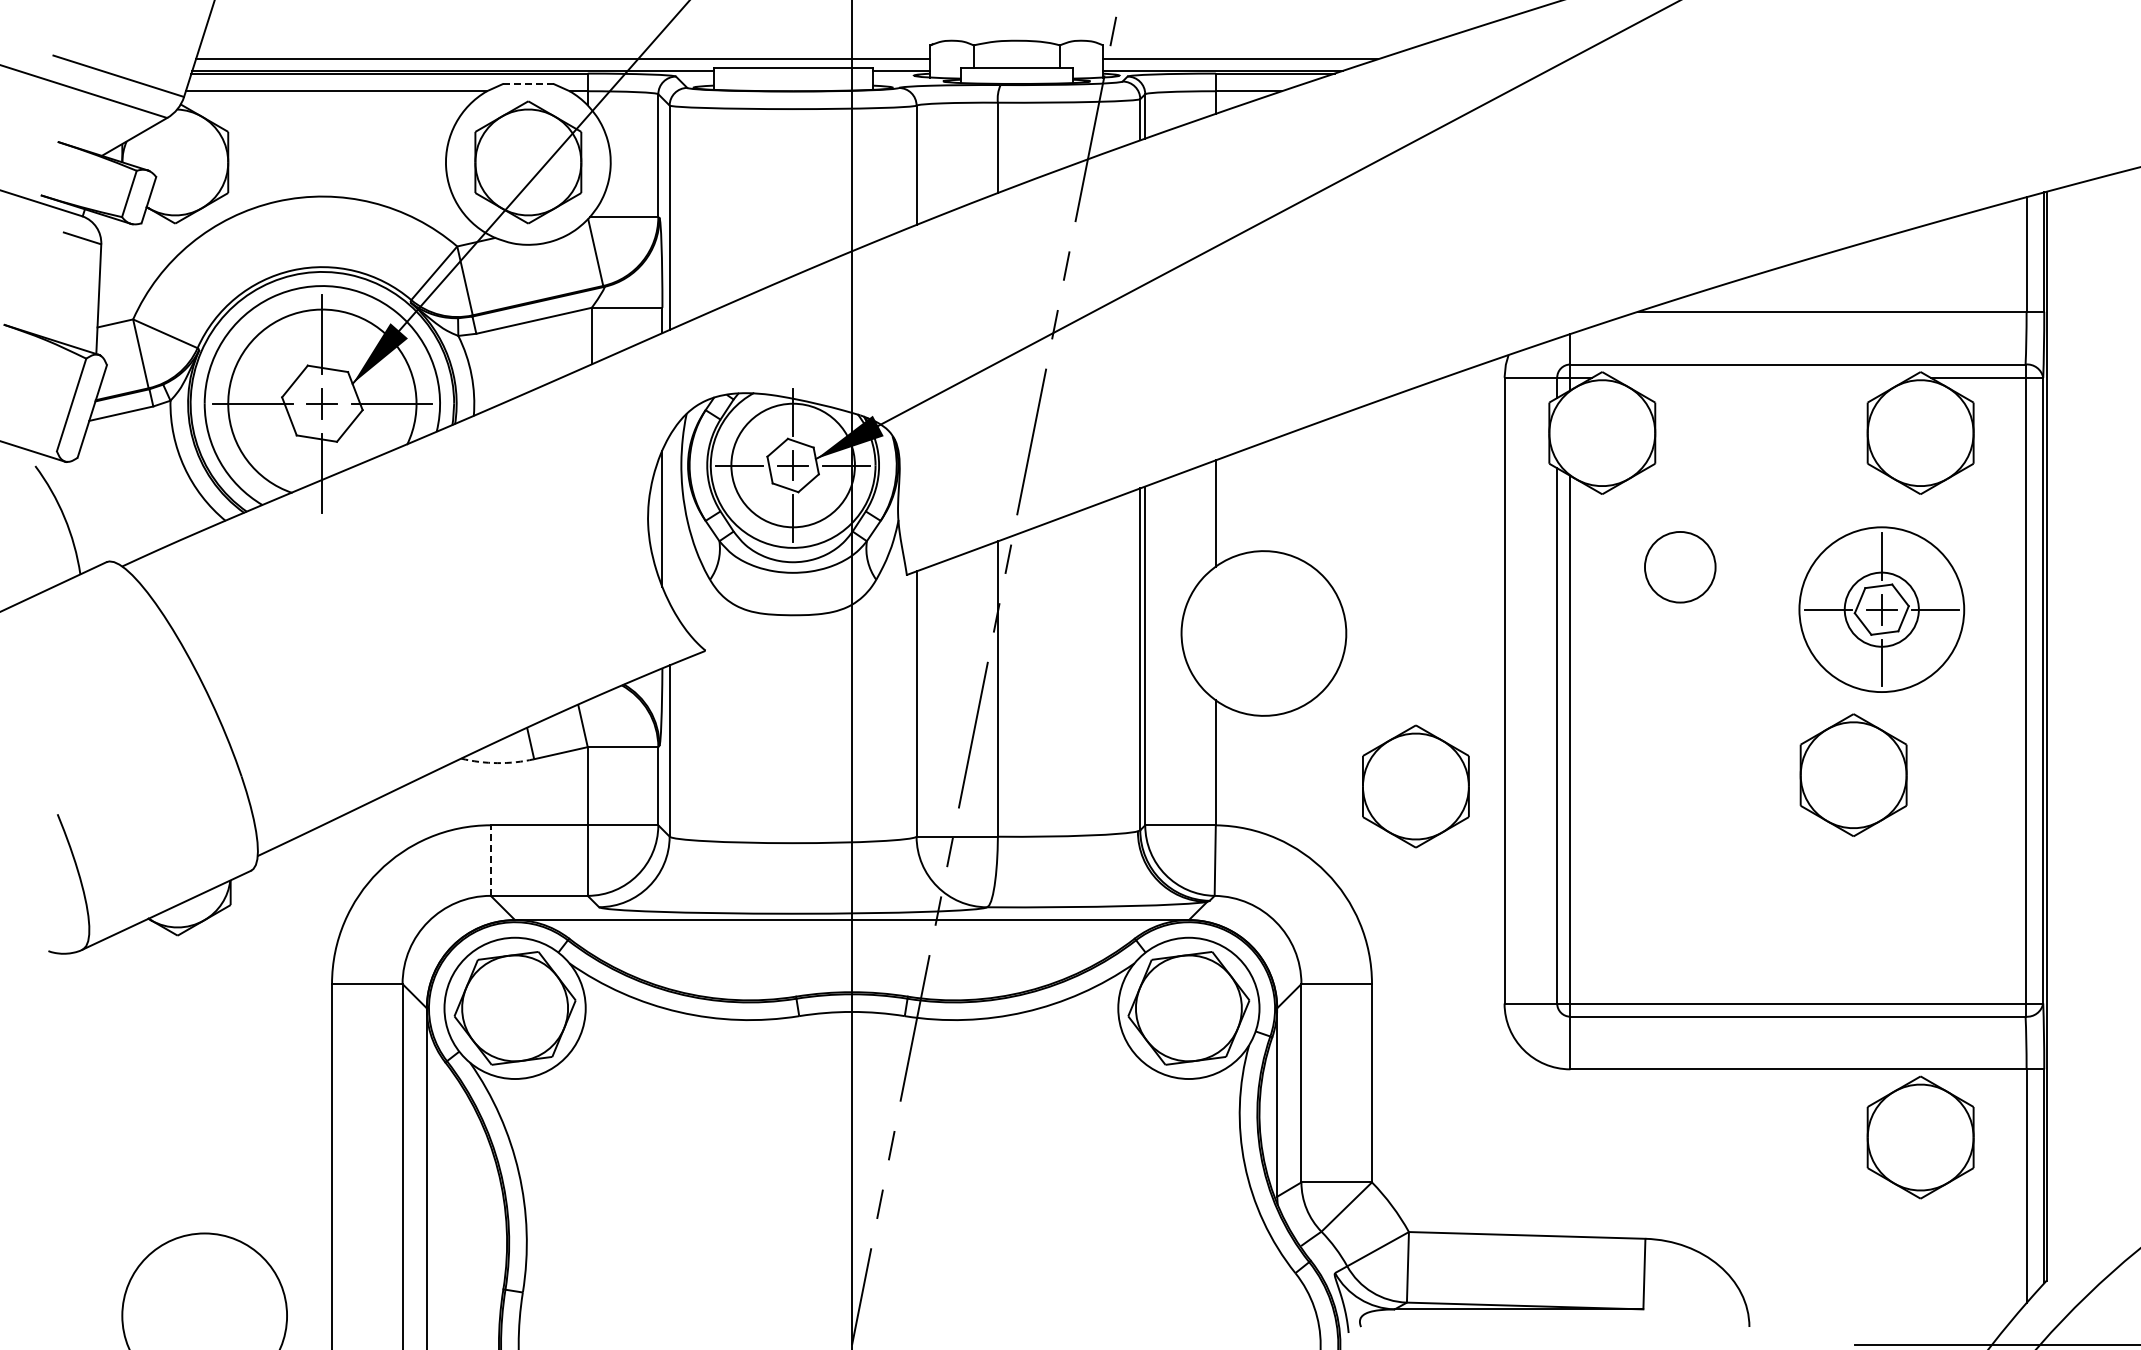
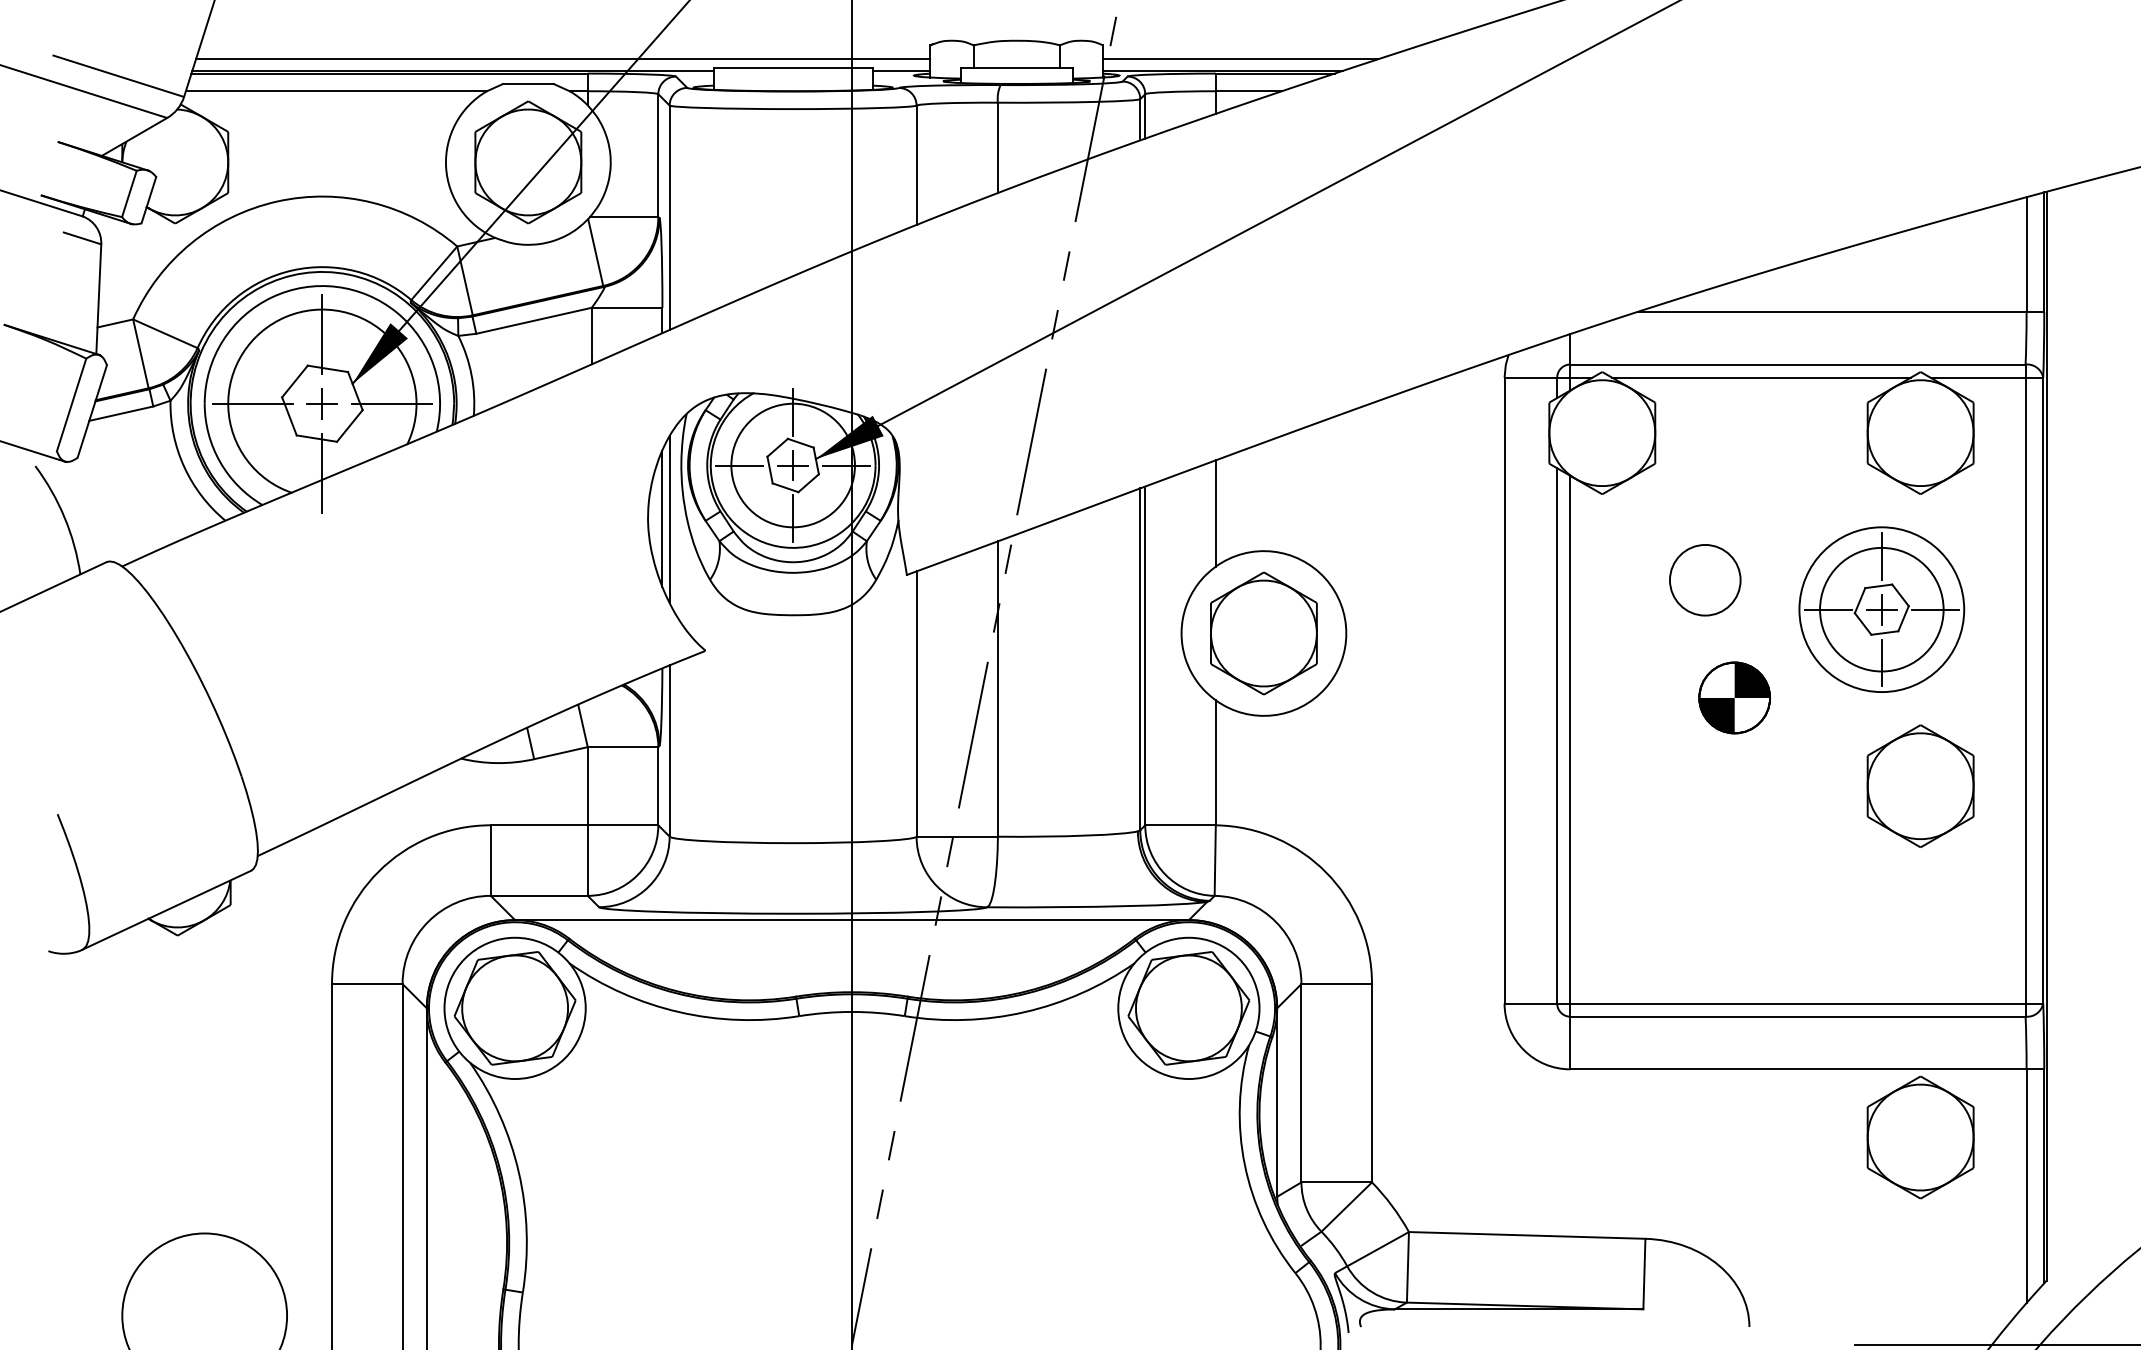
line at (528, 84): dashed -> solid
line at (1761, 377): none -> present
line at (669, 519): none -> present
circle at (1680, 567) position: (1680, 567) -> (1705, 580)
circle at (1881, 609) diameter: 74 px -> 124 px
part at (1734, 697): none -> present
arc at (497, 763): dashed -> solid
part at (1853, 774) position: (1853, 774) -> (1920, 785)
part at (1415, 786) position: (1415, 786) -> (1263, 633)
line at (490, 860): dashed -> solid
